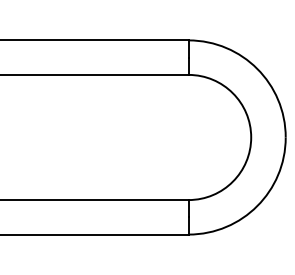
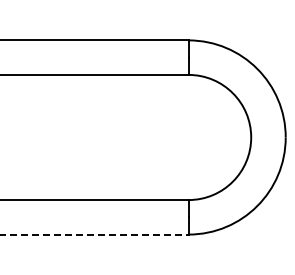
line at (94, 234): solid -> dashed
